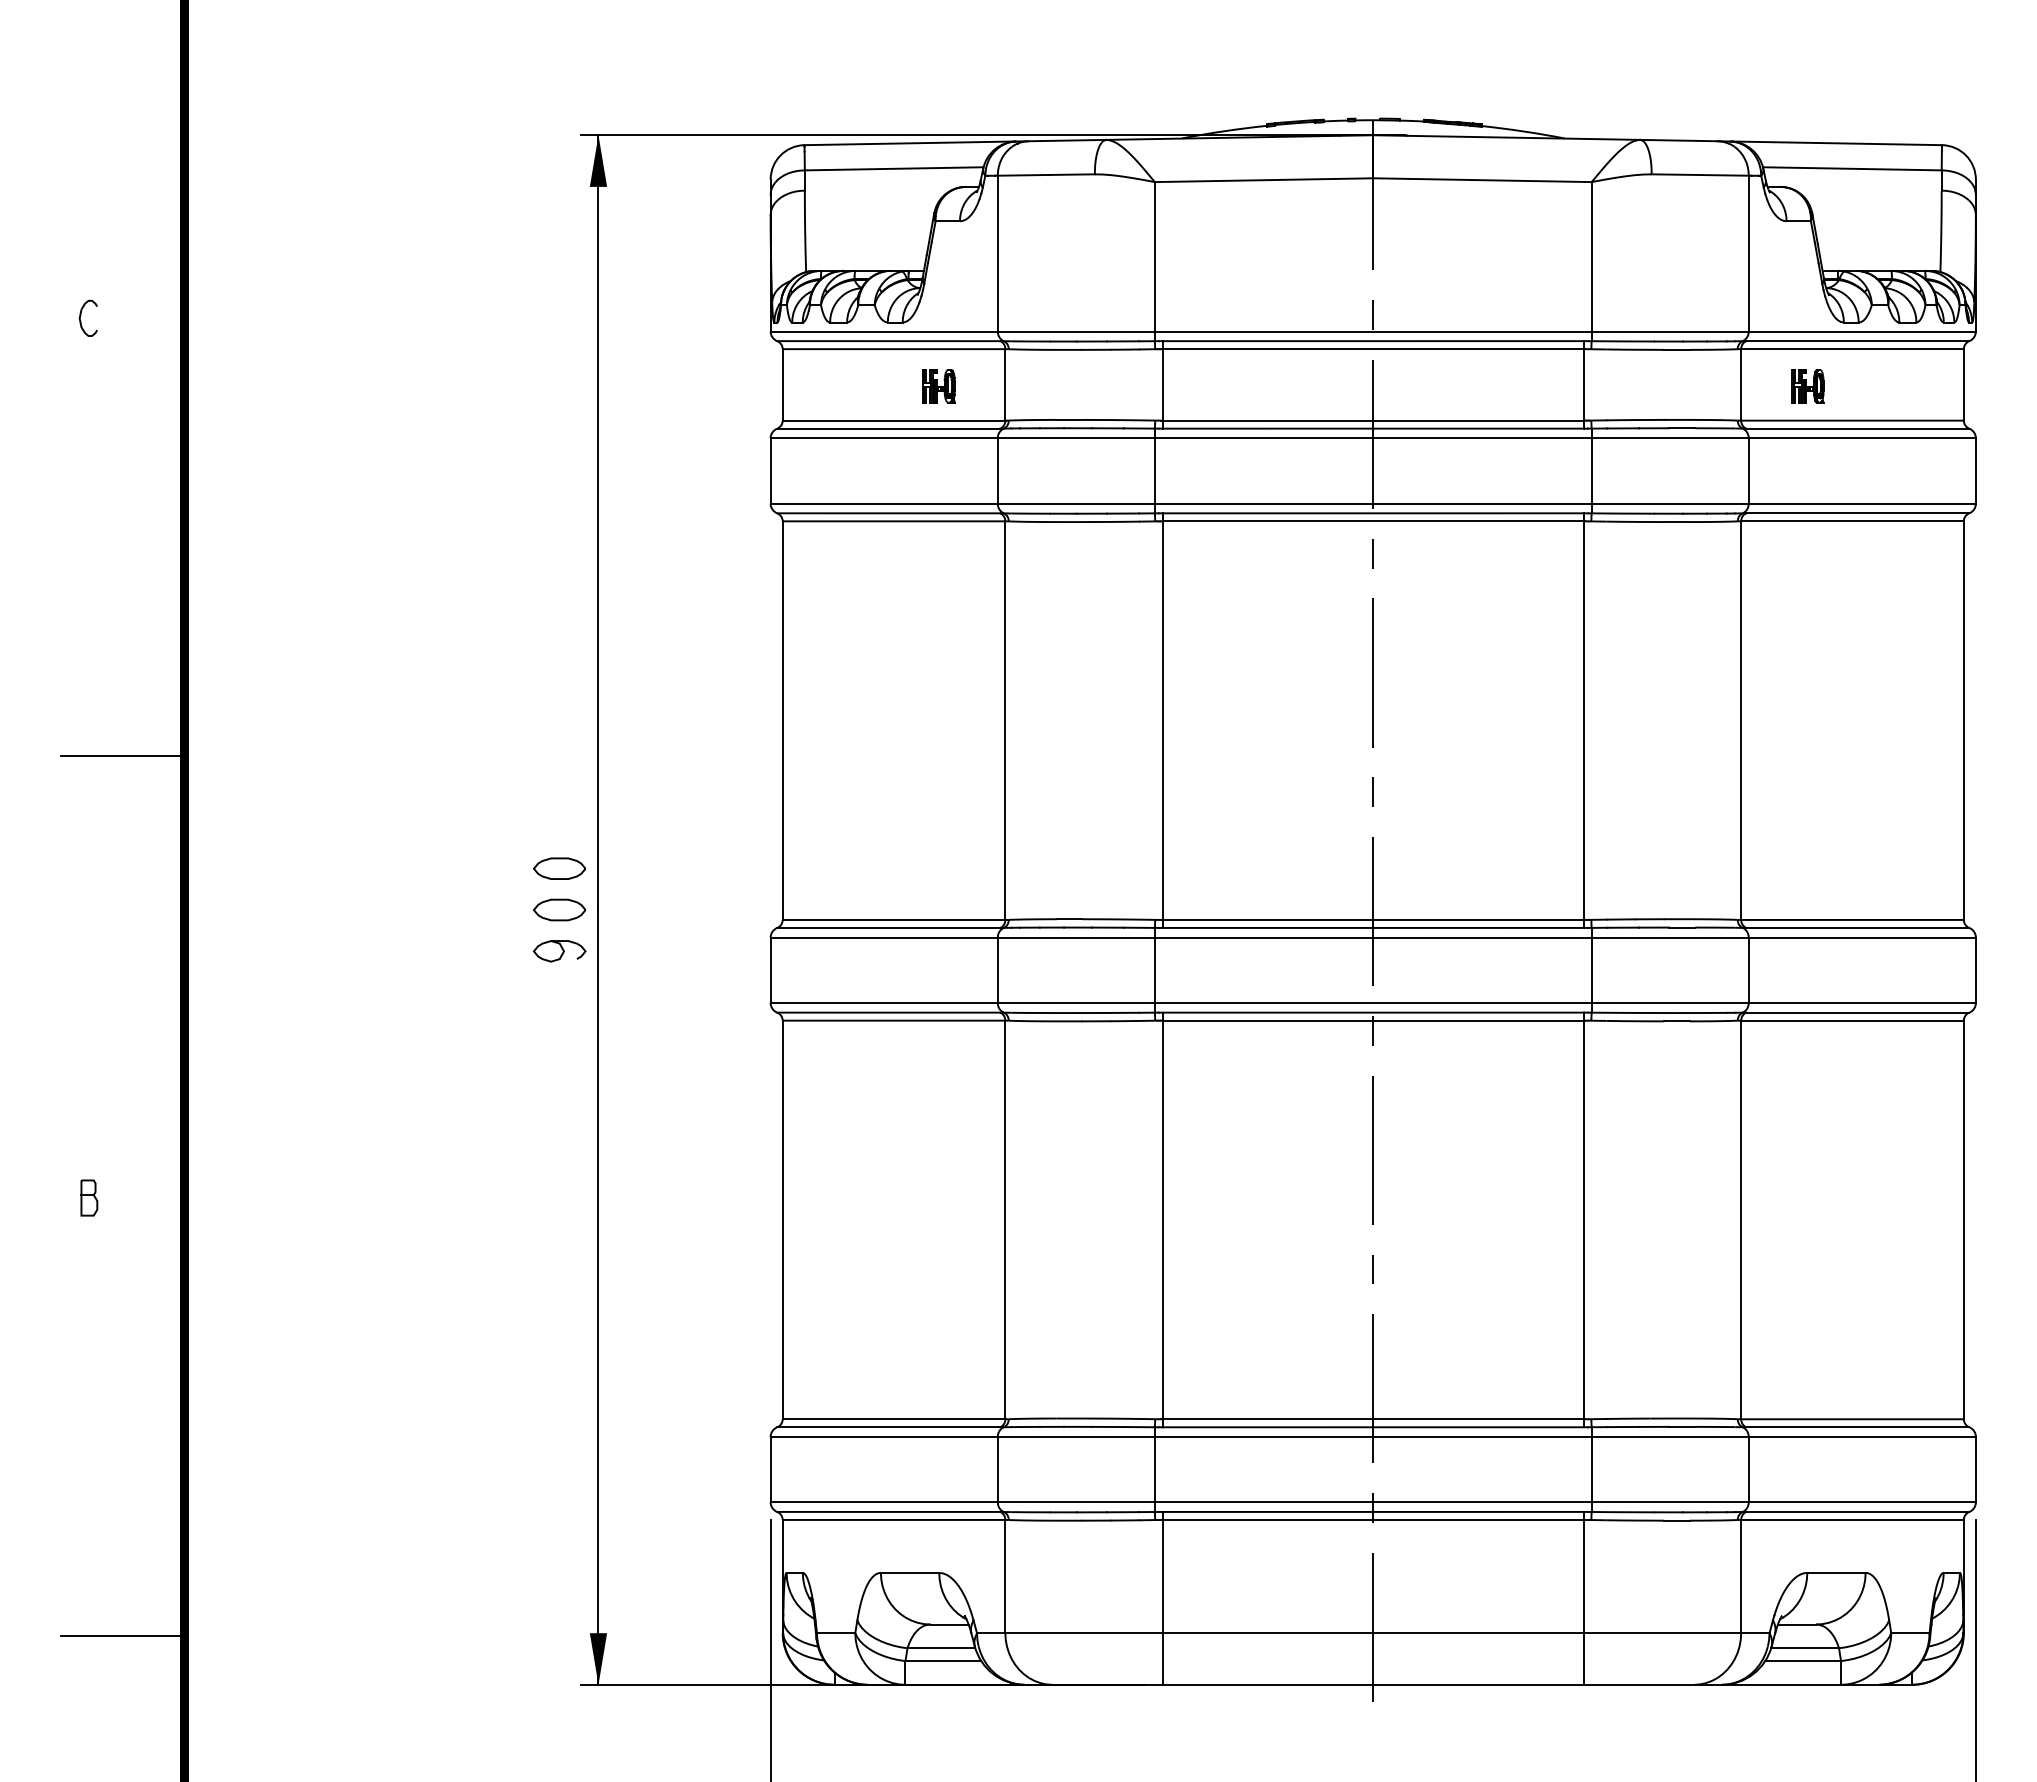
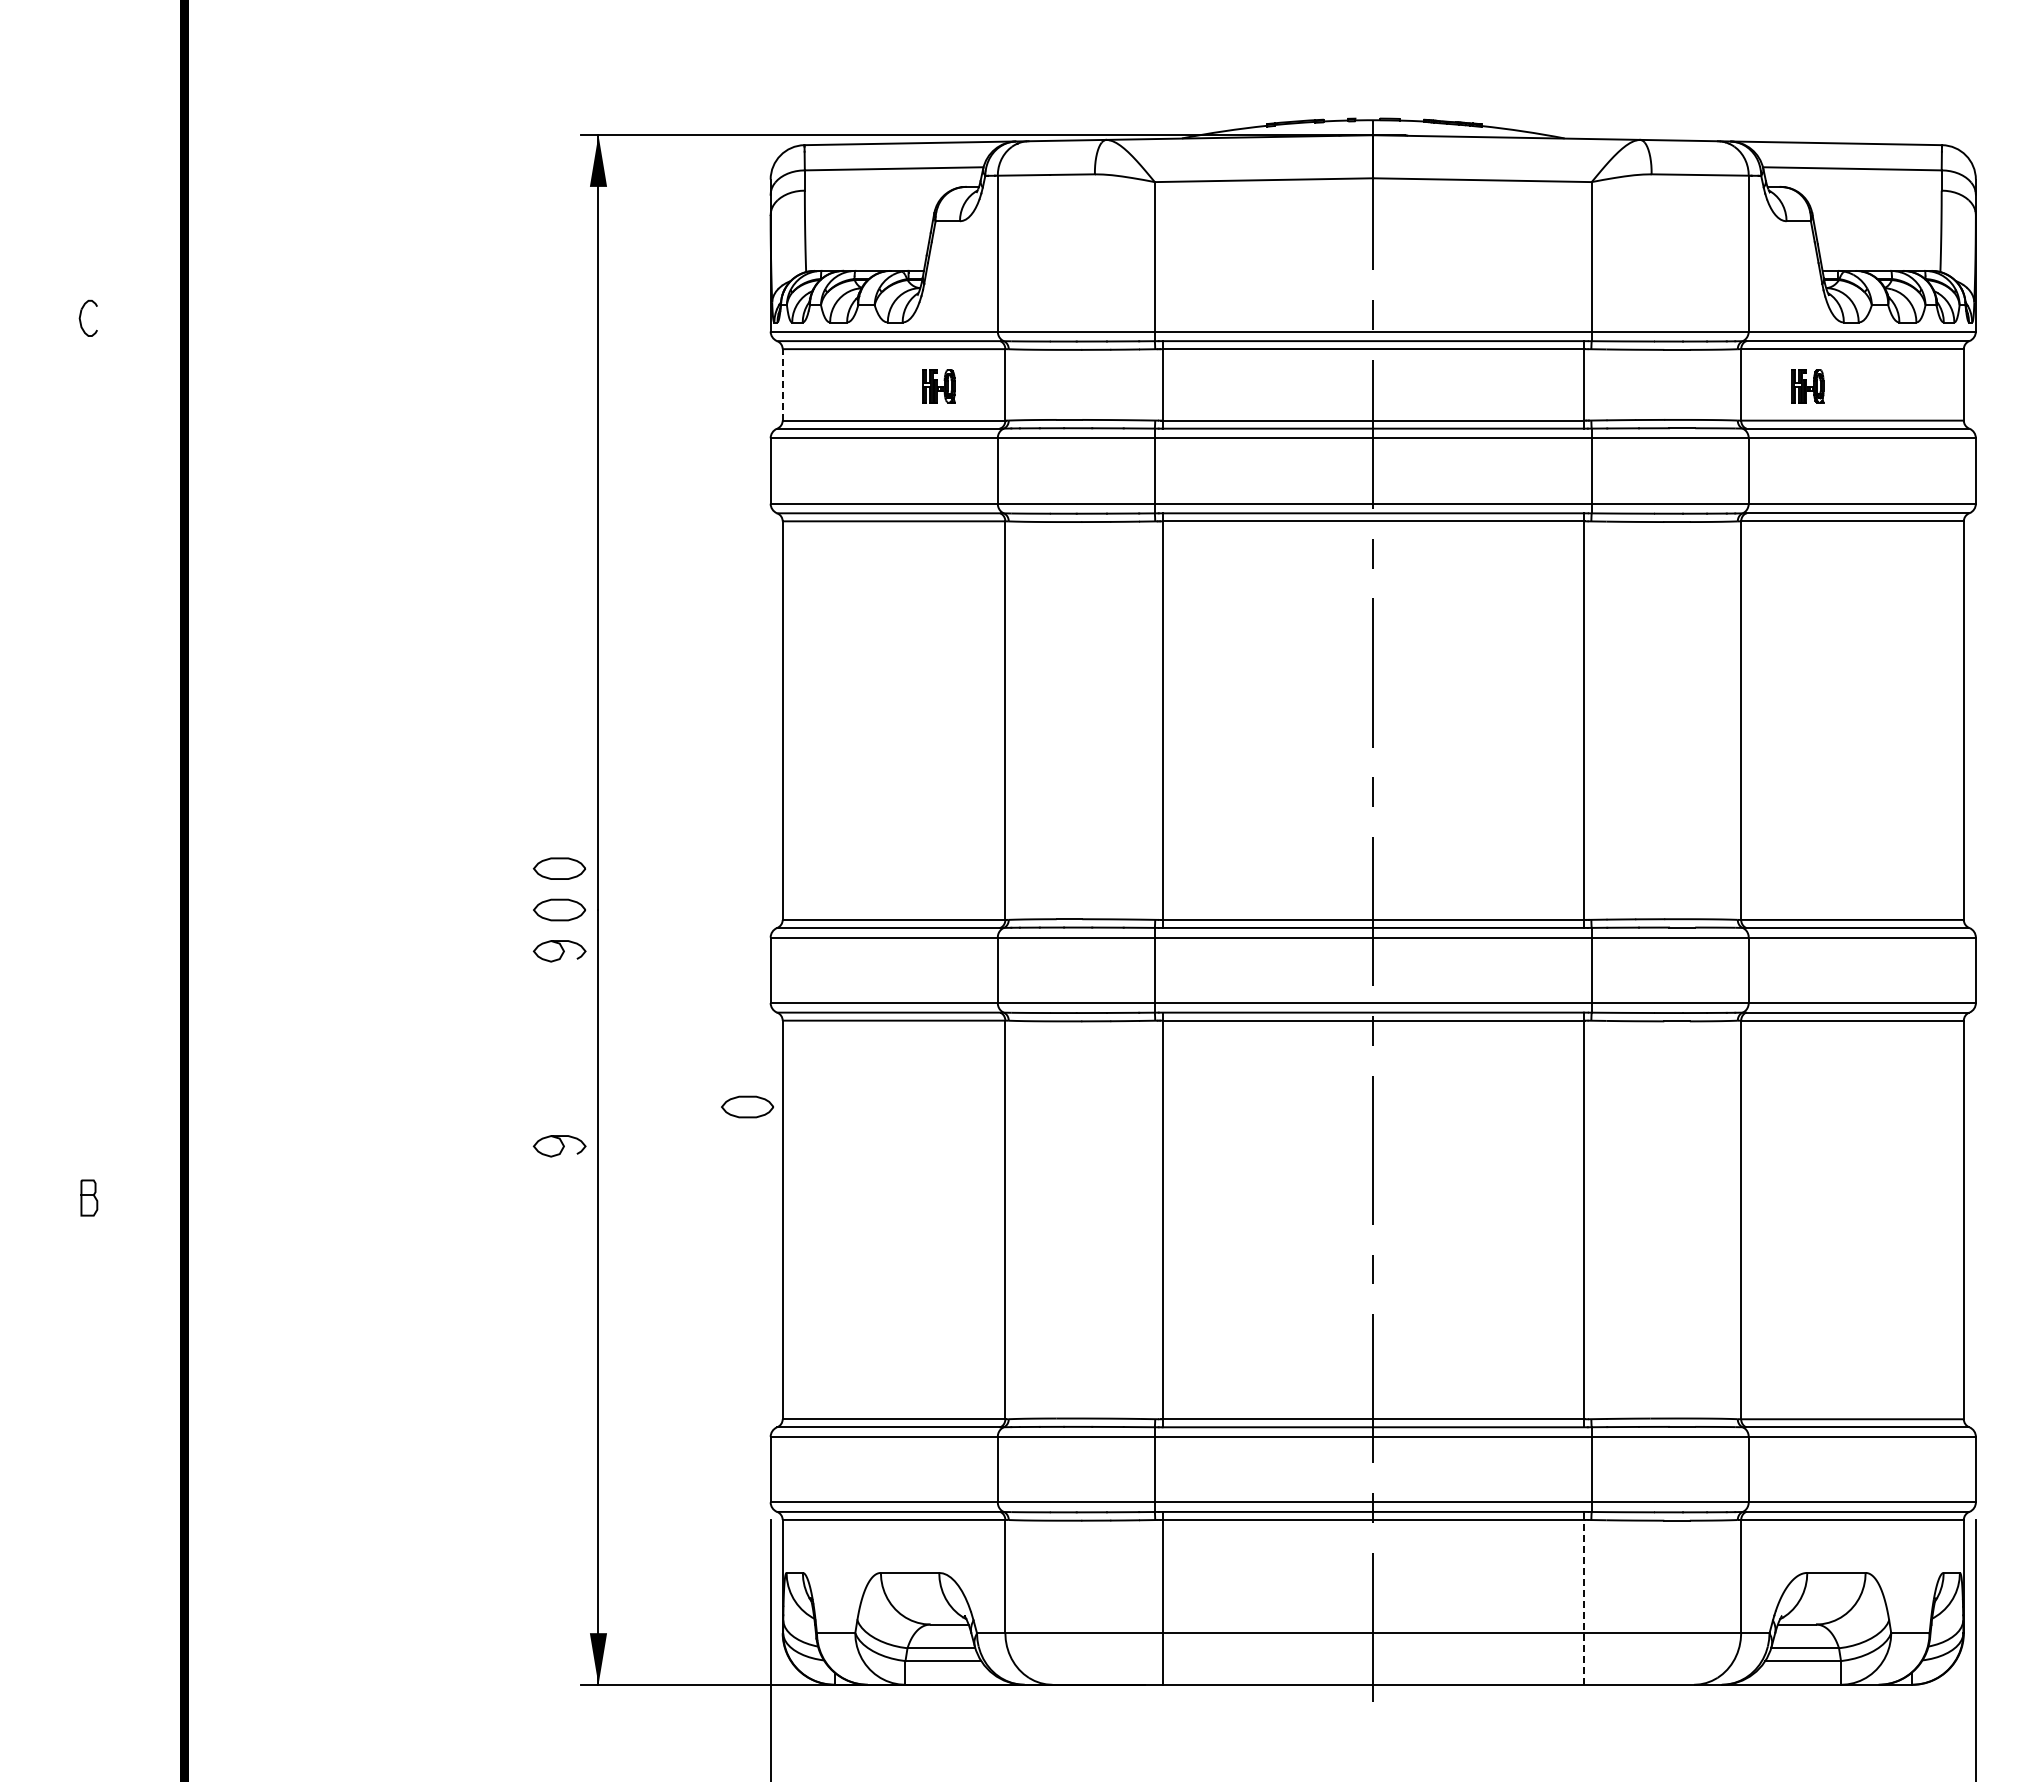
line at (782, 384): solid -> dashed
line at (122, 756): present -> none
part at (747, 1106): none -> present
curve at (561, 1148): none -> present
line at (1583, 1597): solid -> dashed
line at (122, 1636): present -> none
